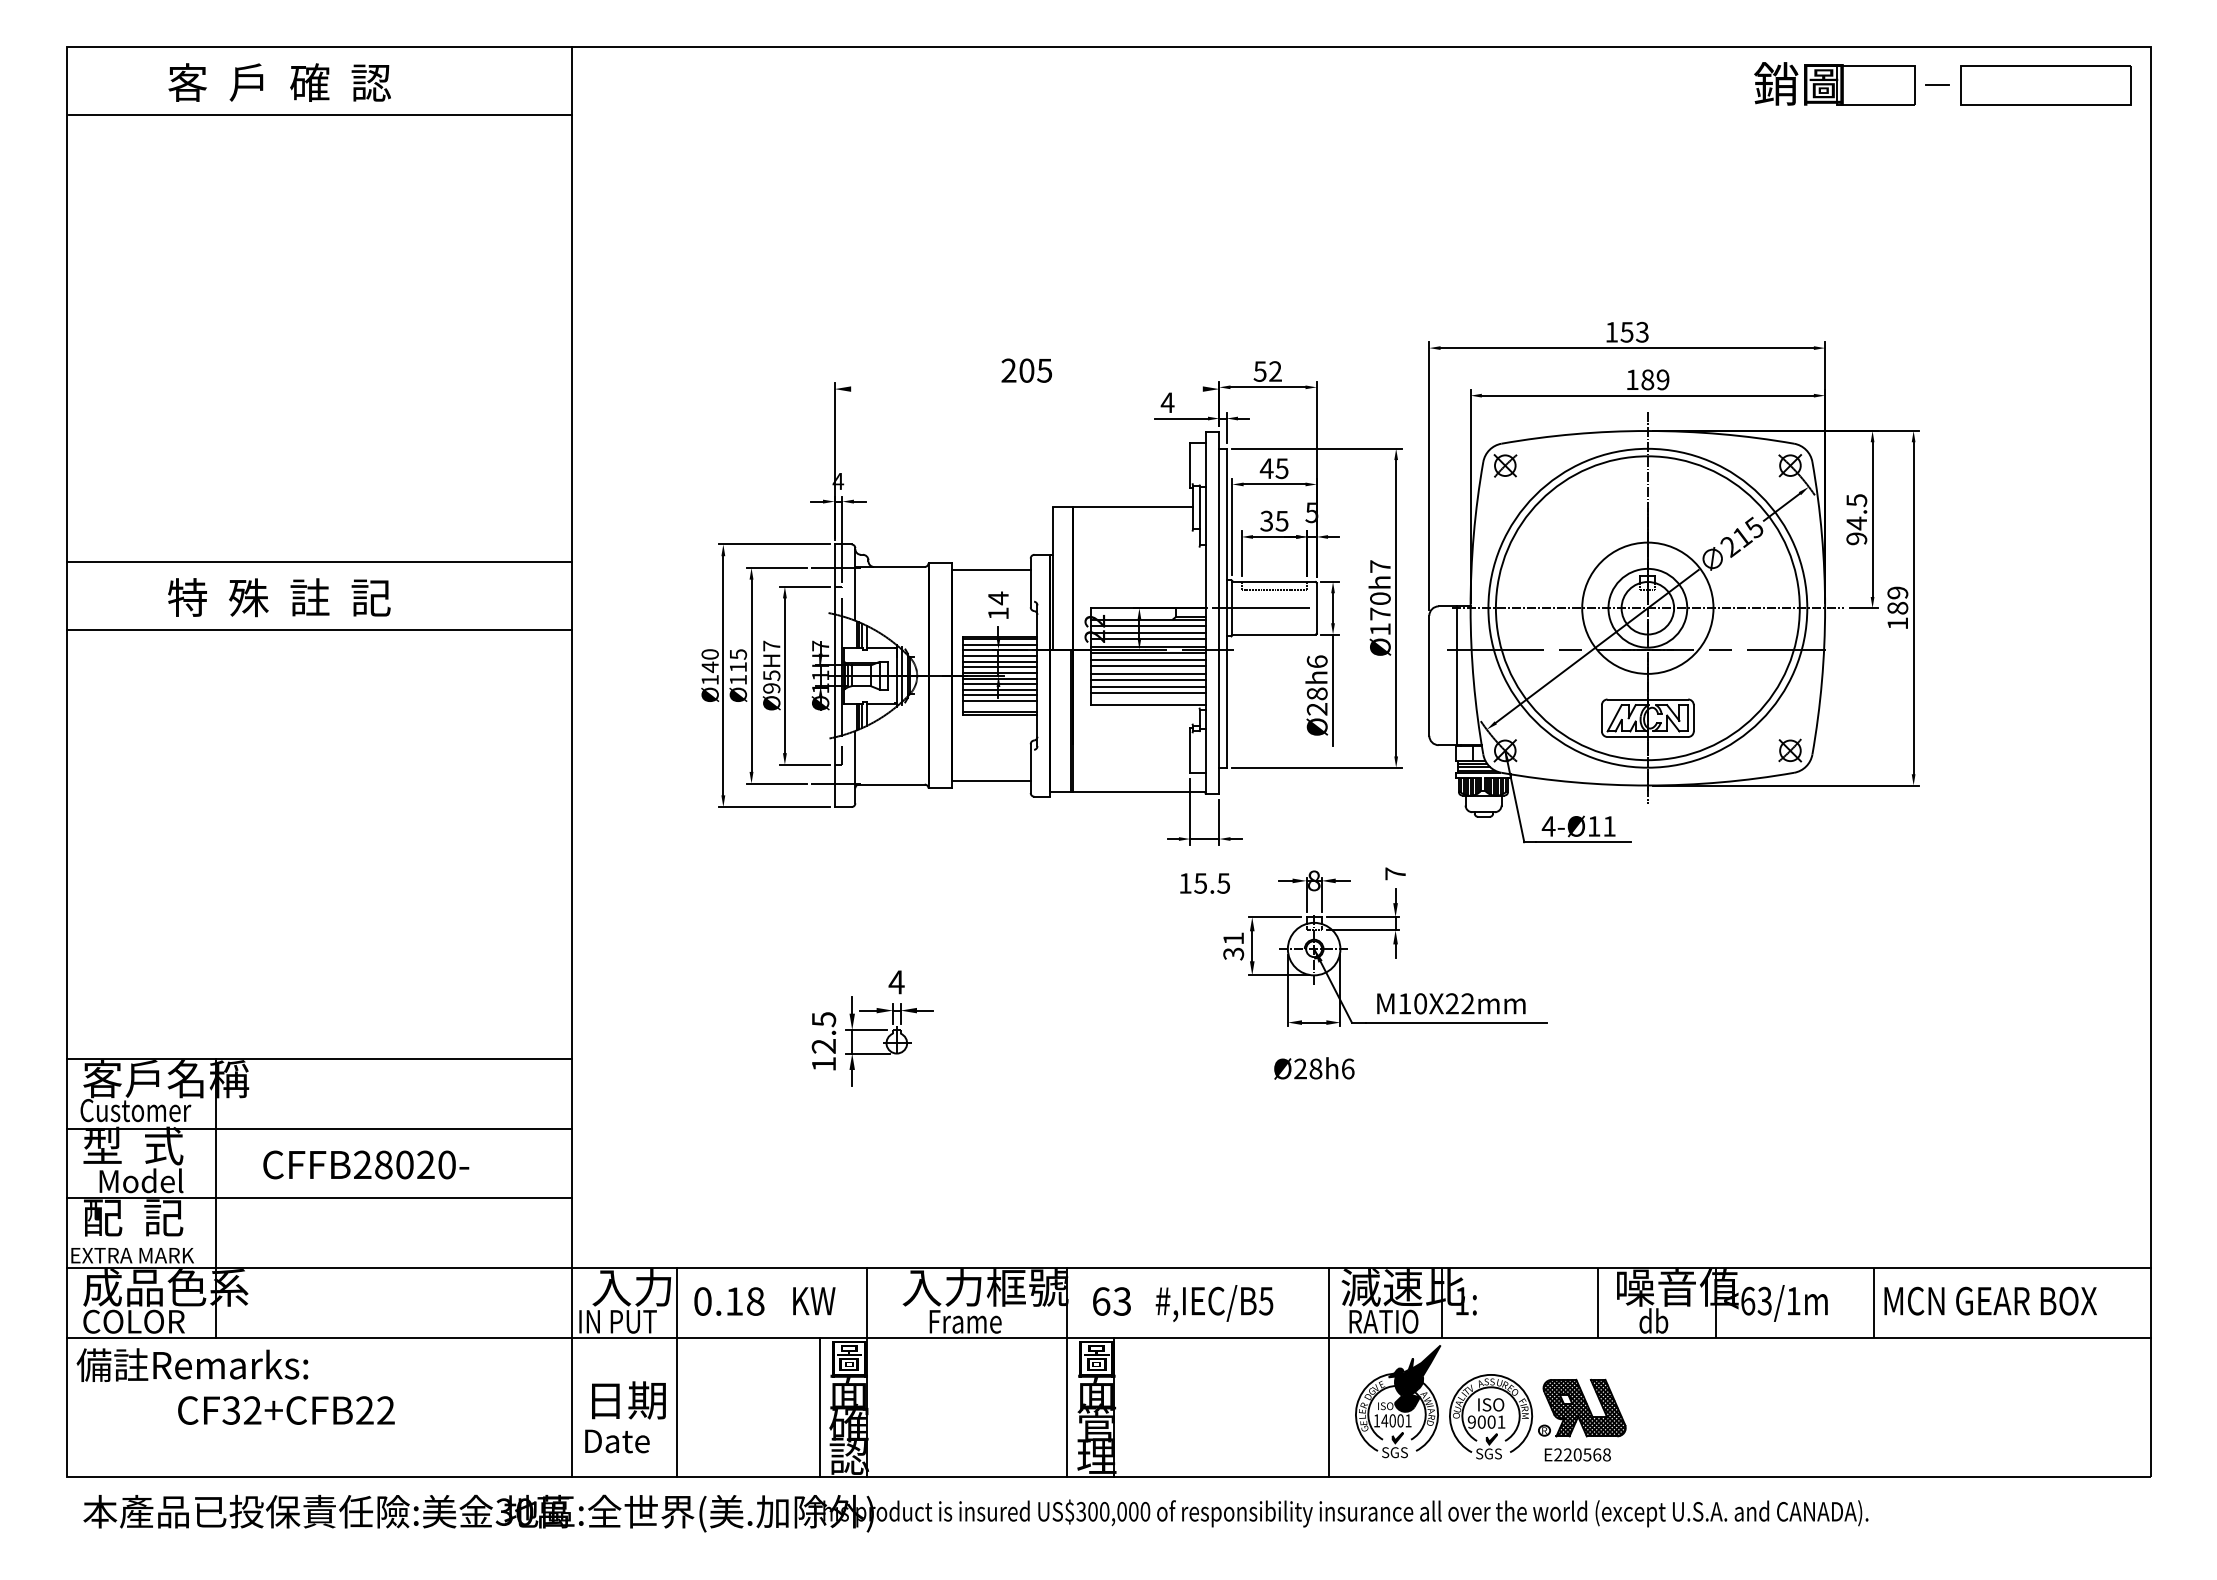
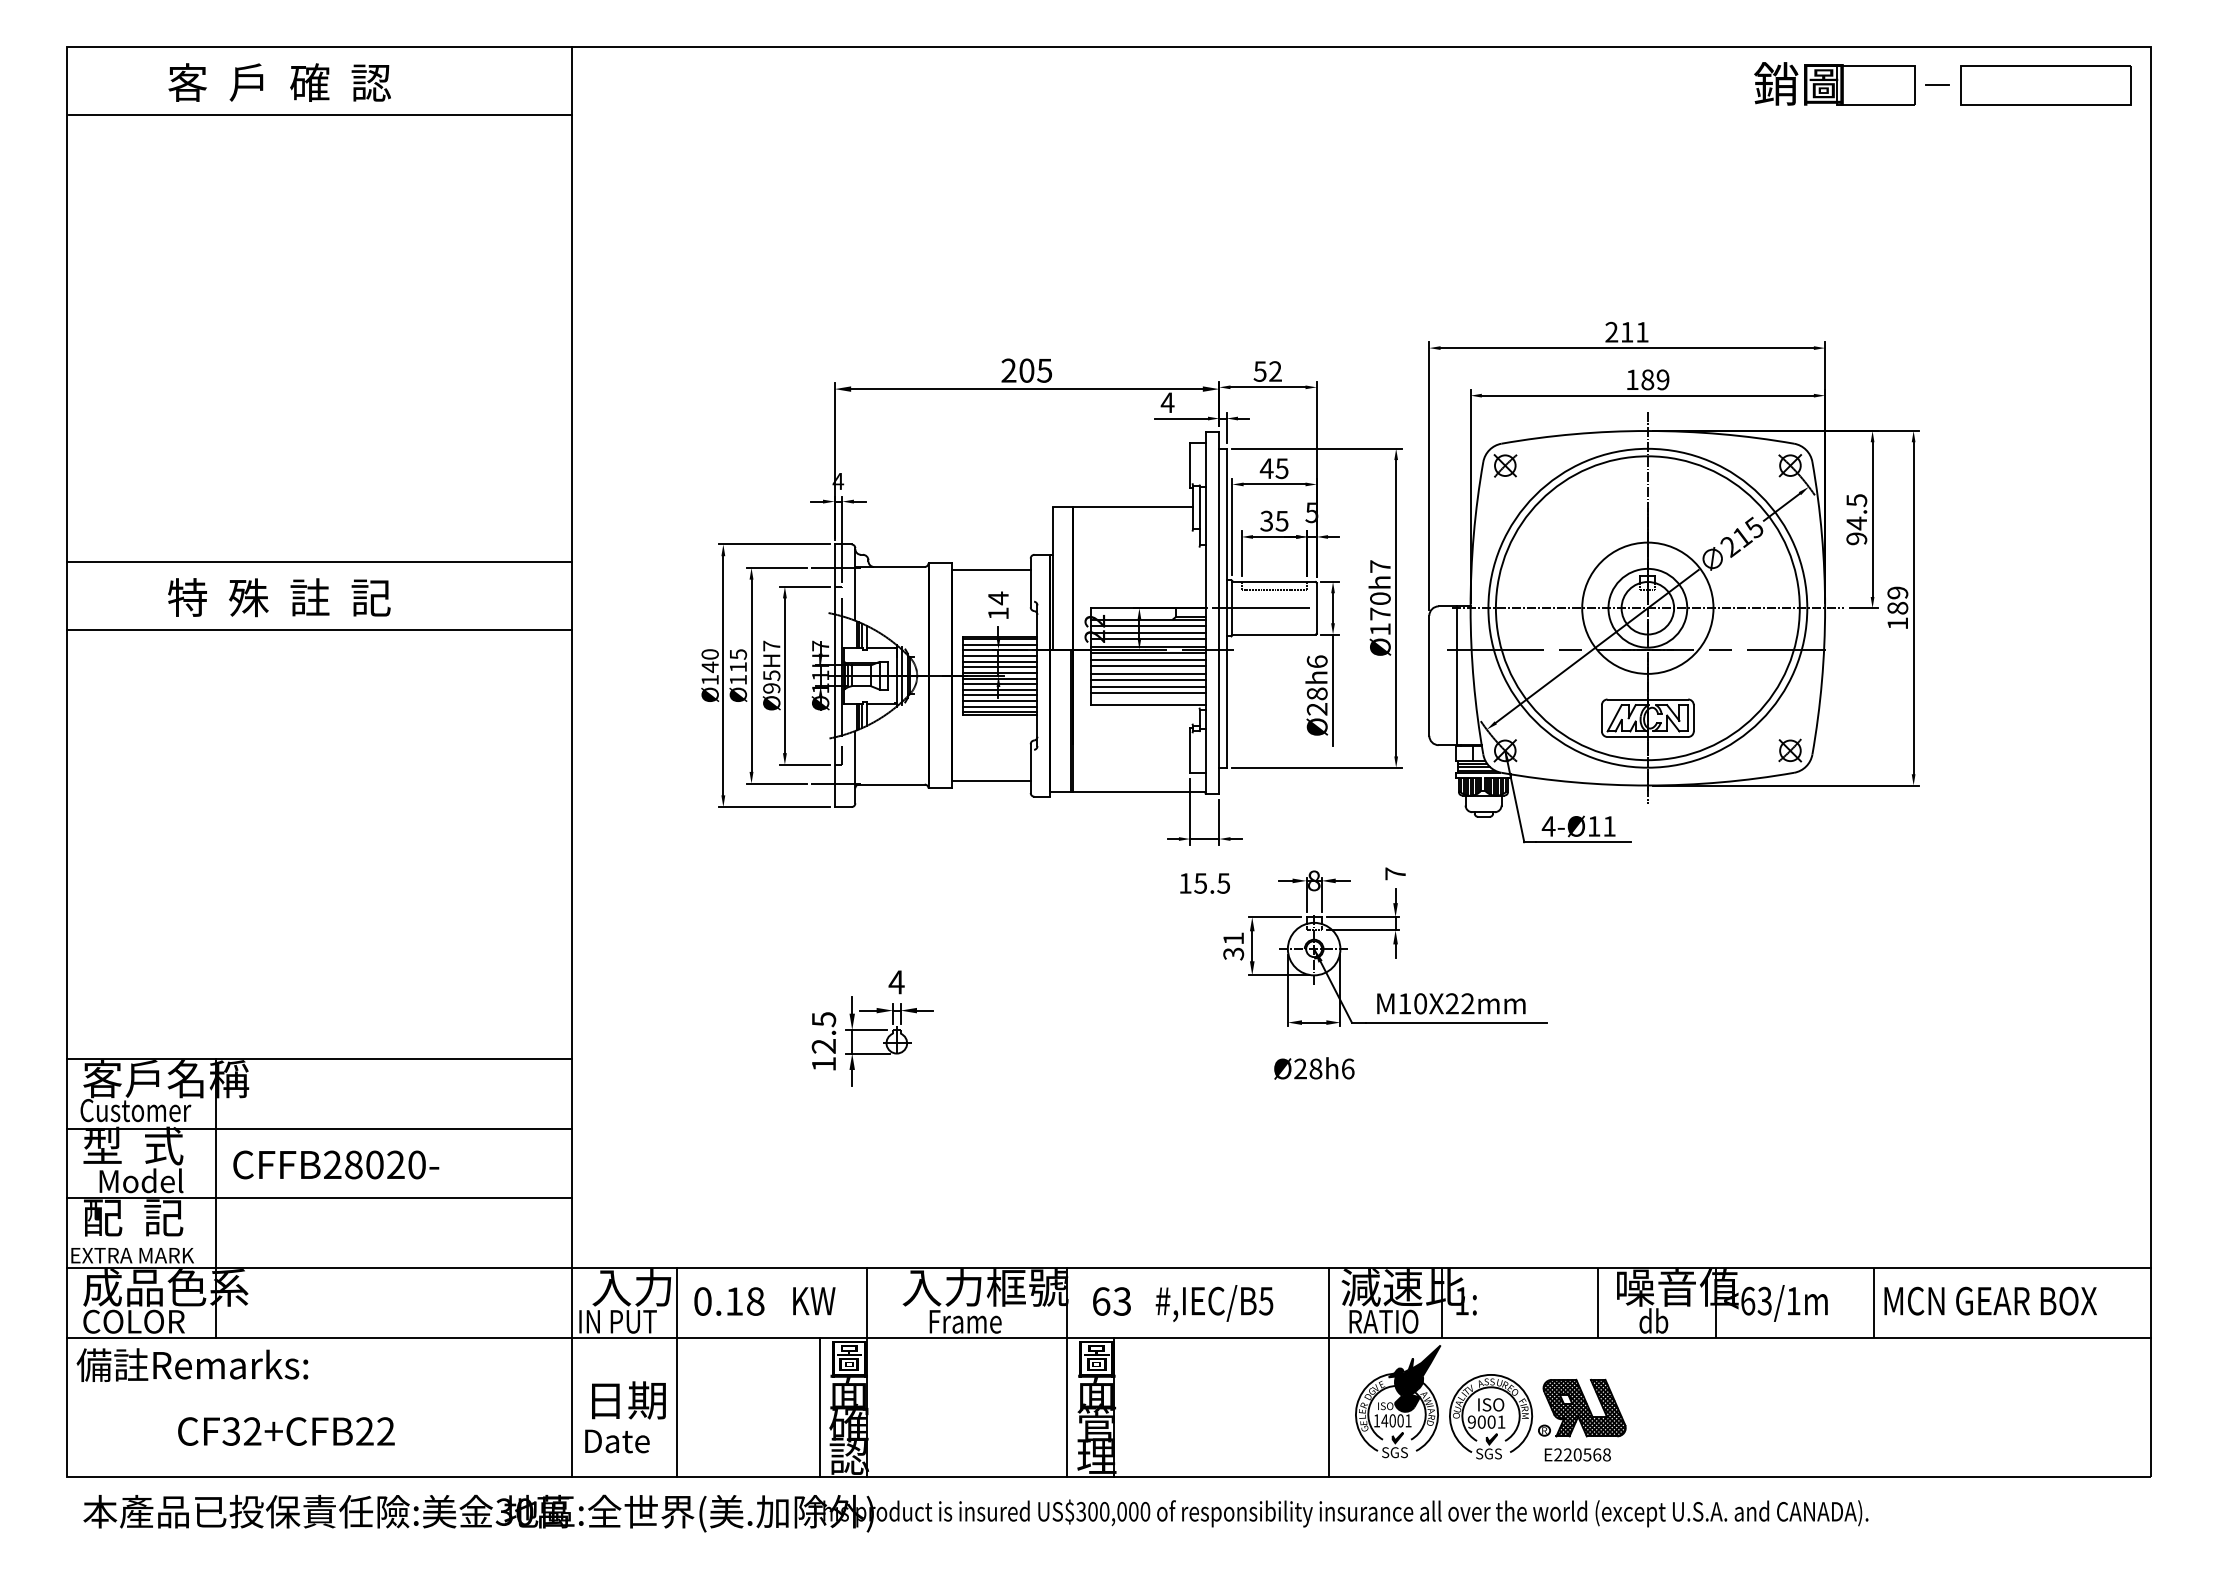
text at (1626, 331): 153 -> 211
line at (1026, 389): none -> present
line at (1000, 706): none -> present
text at (366, 1164) position: (366, 1164) -> (336, 1164)
text at (286, 1410) position: (286, 1410) -> (286, 1431)
